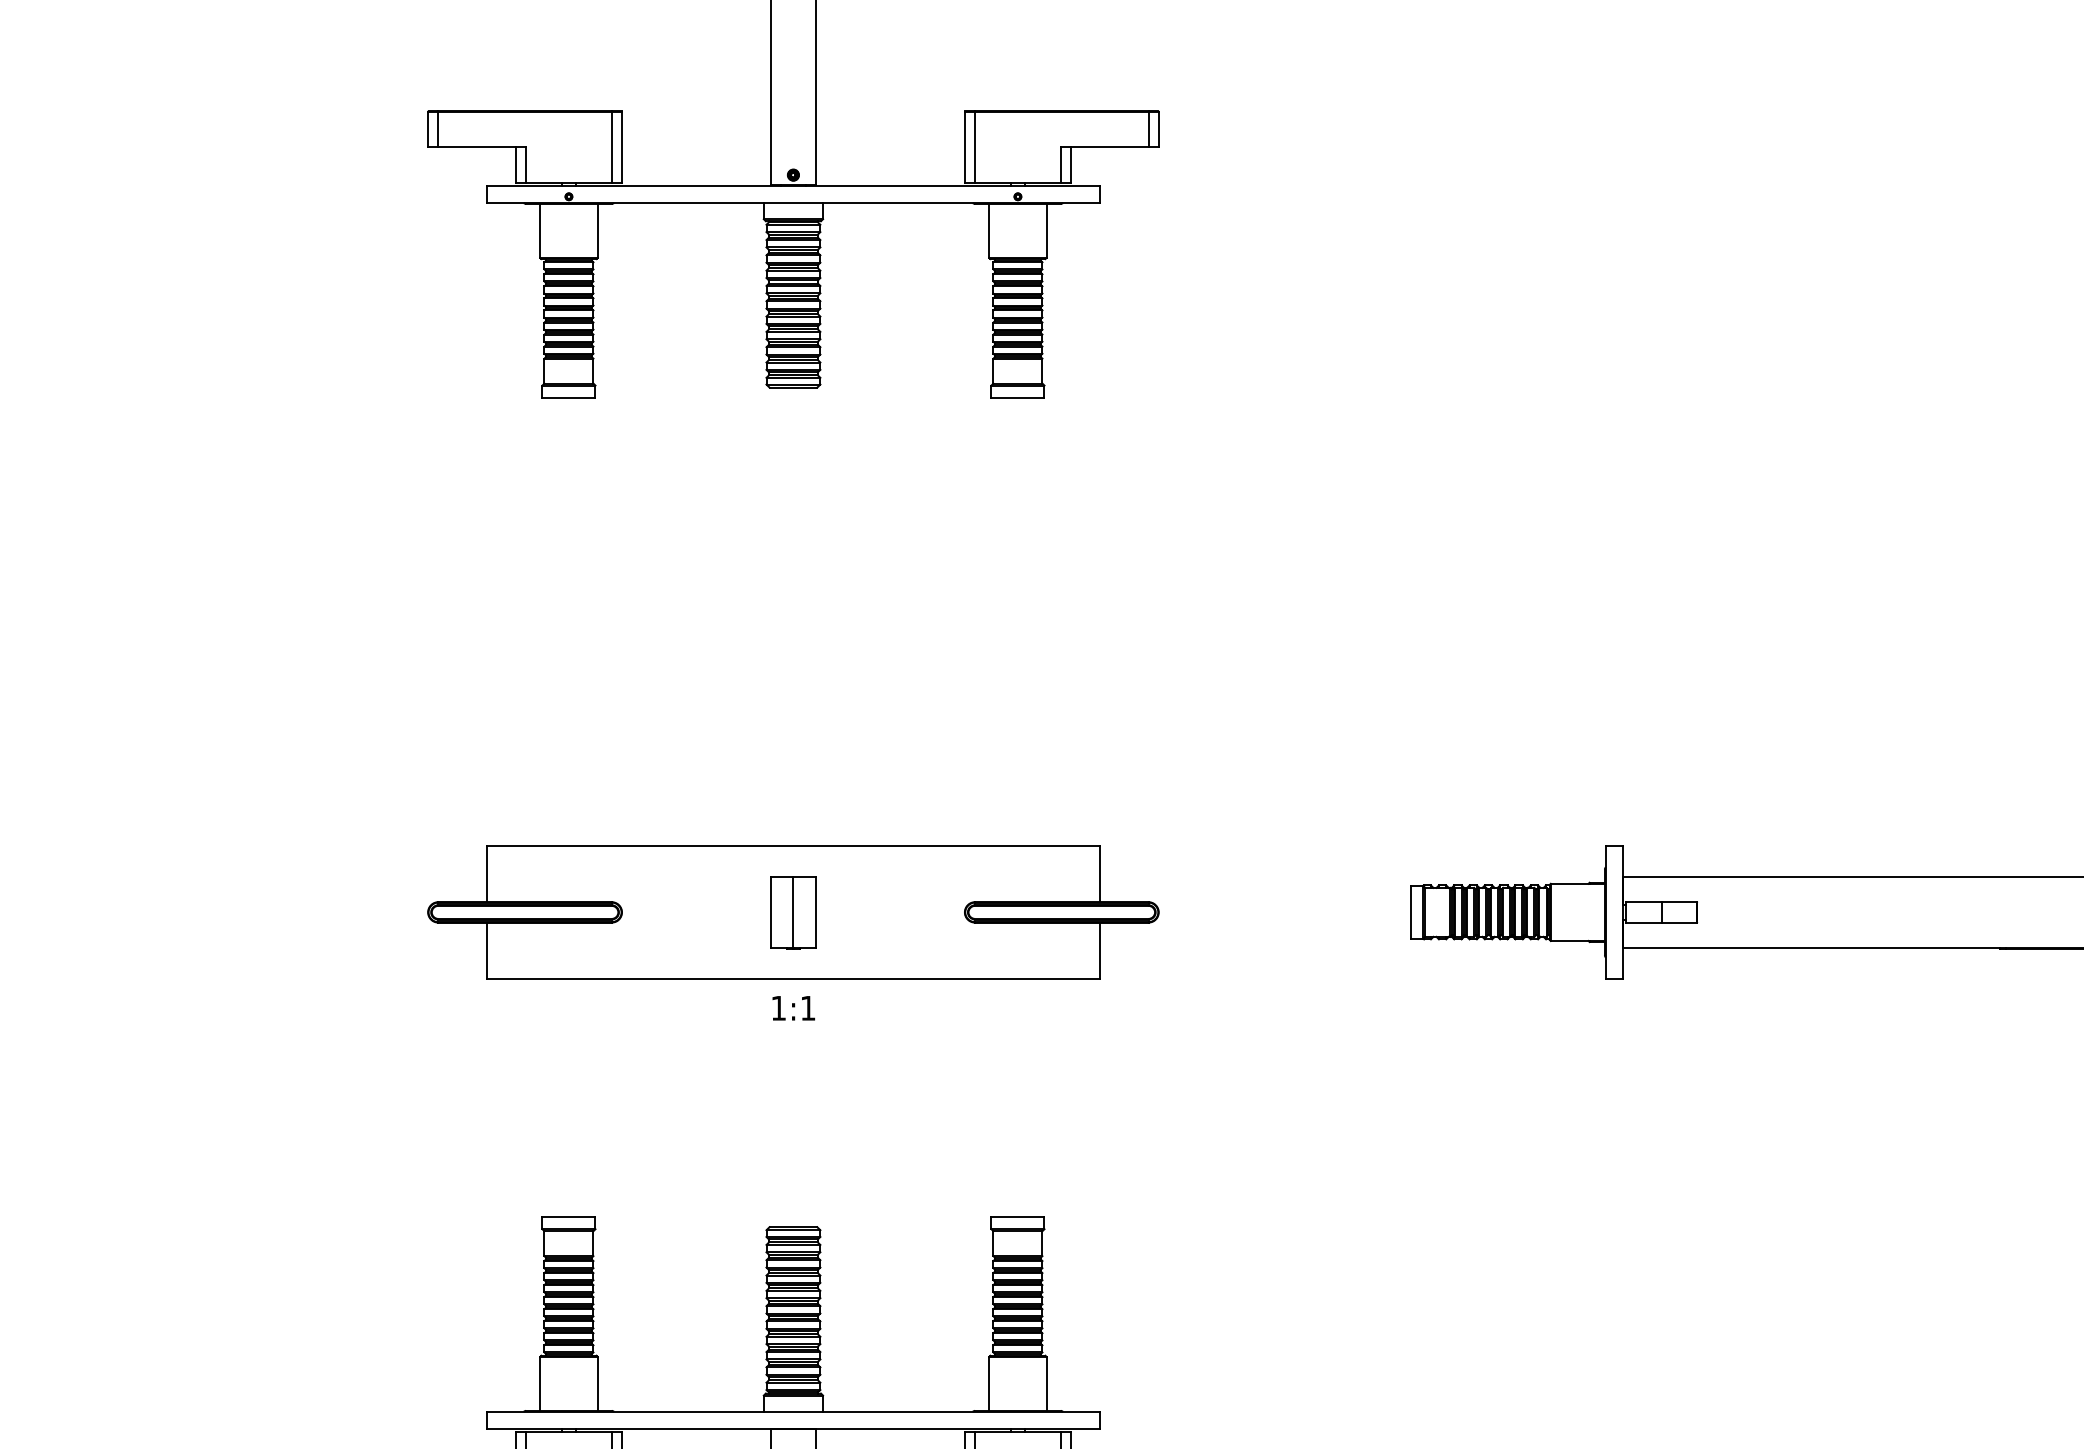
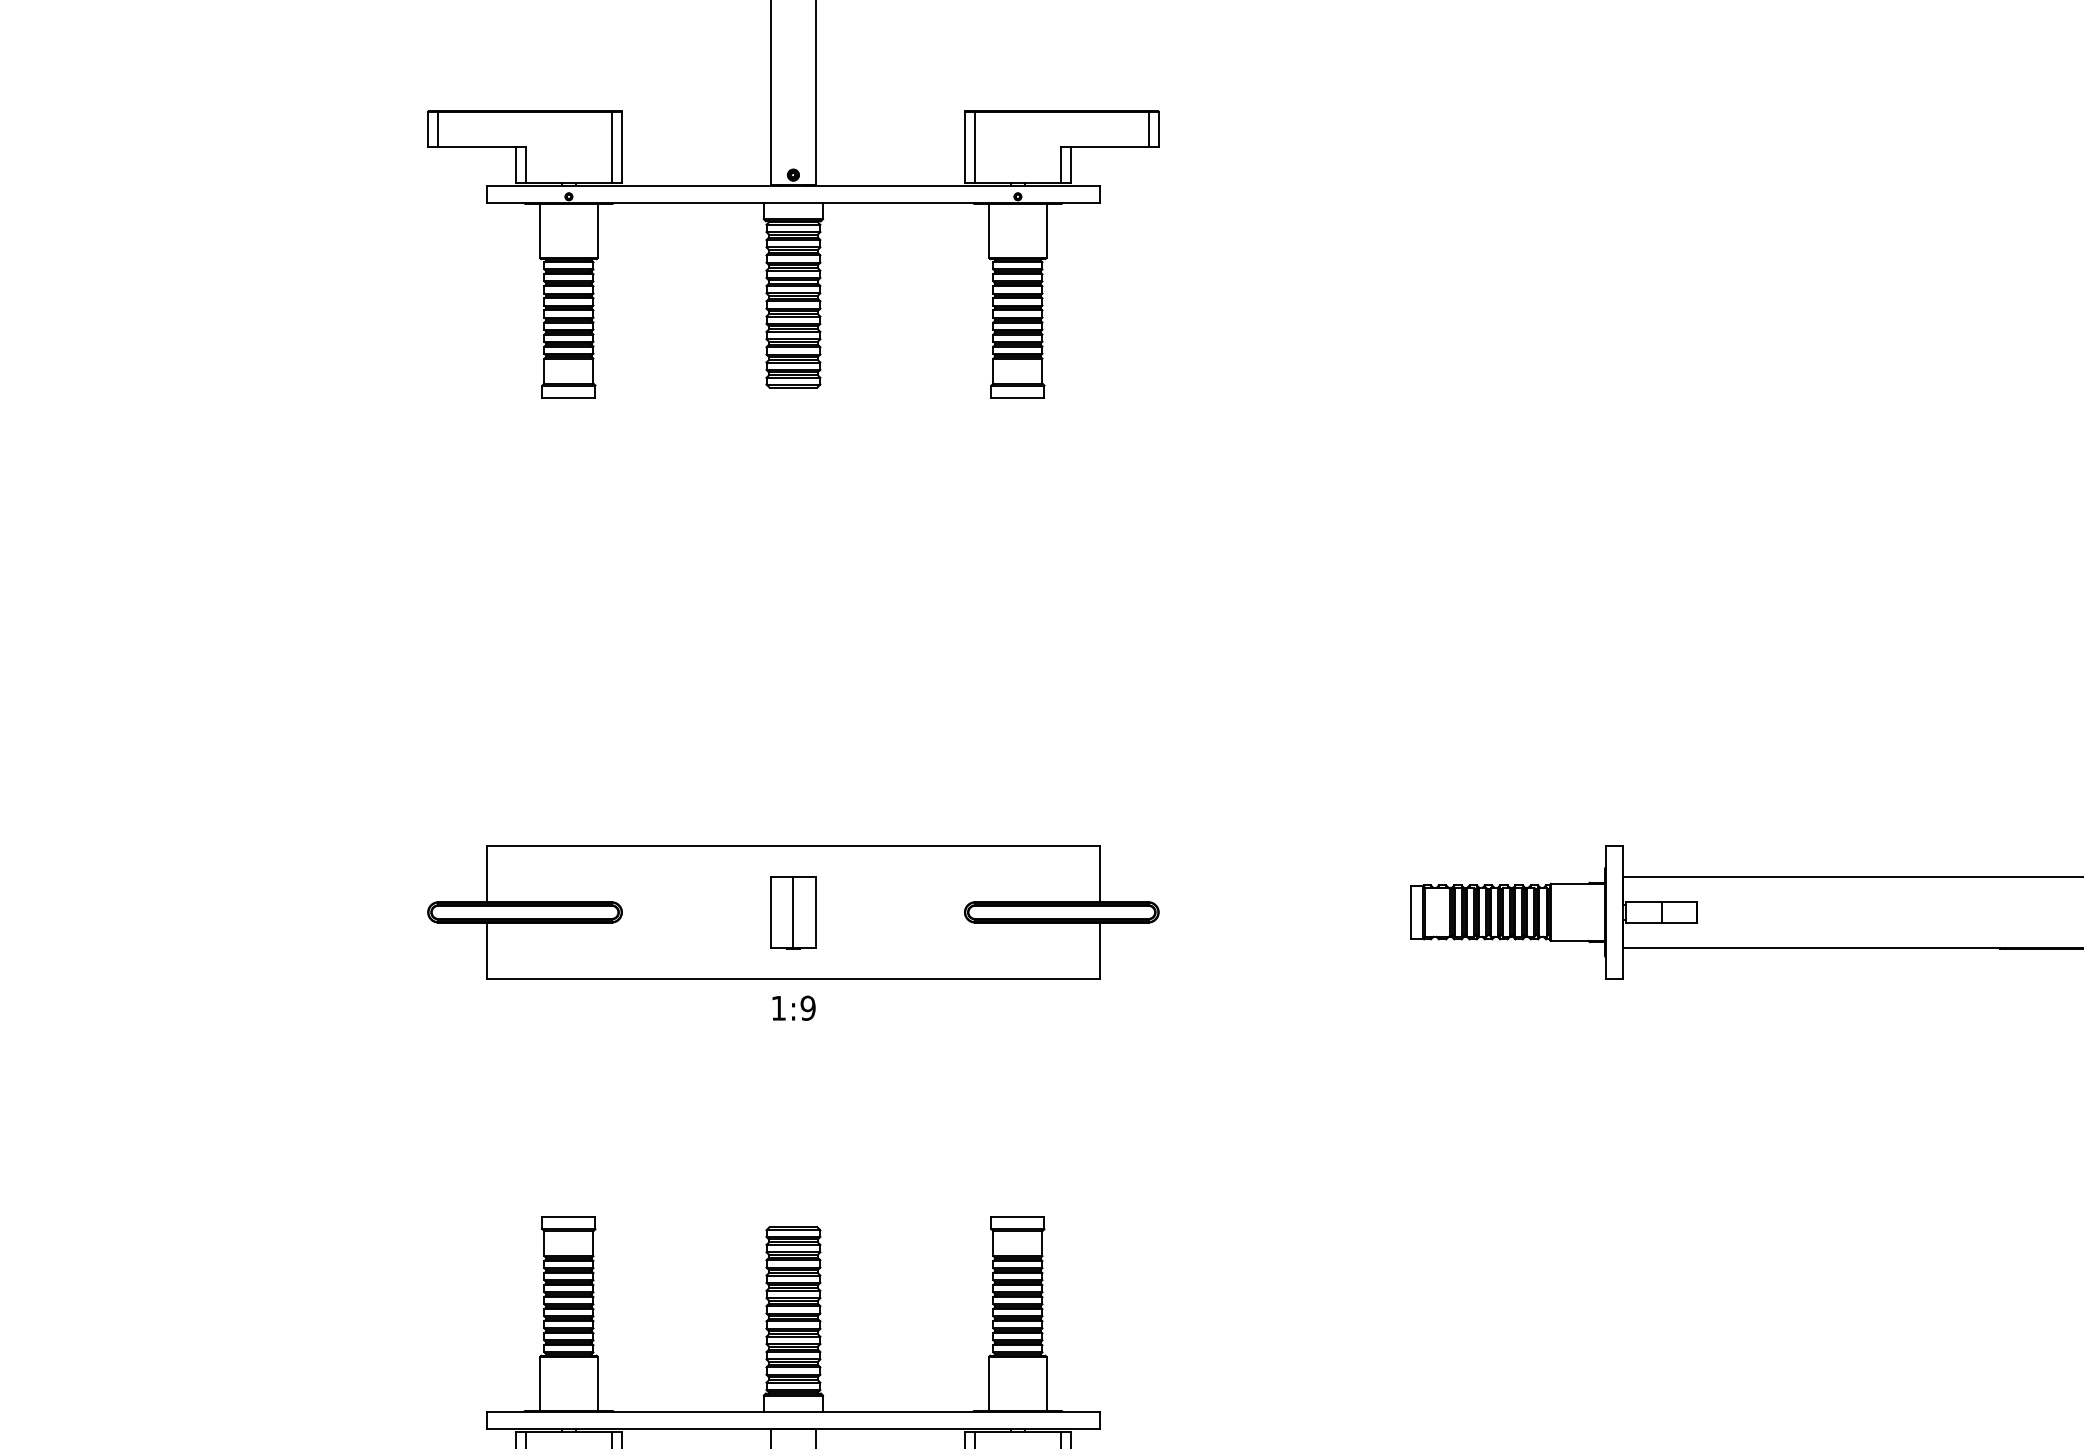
text at (807, 1007): 1:1 -> 1:9
